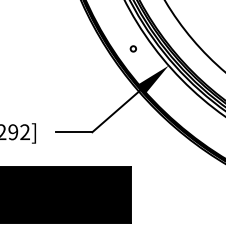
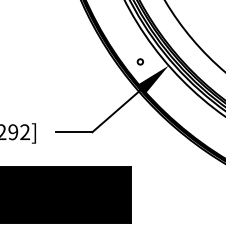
circle at (132, 48) position: (132, 48) -> (139, 61)
